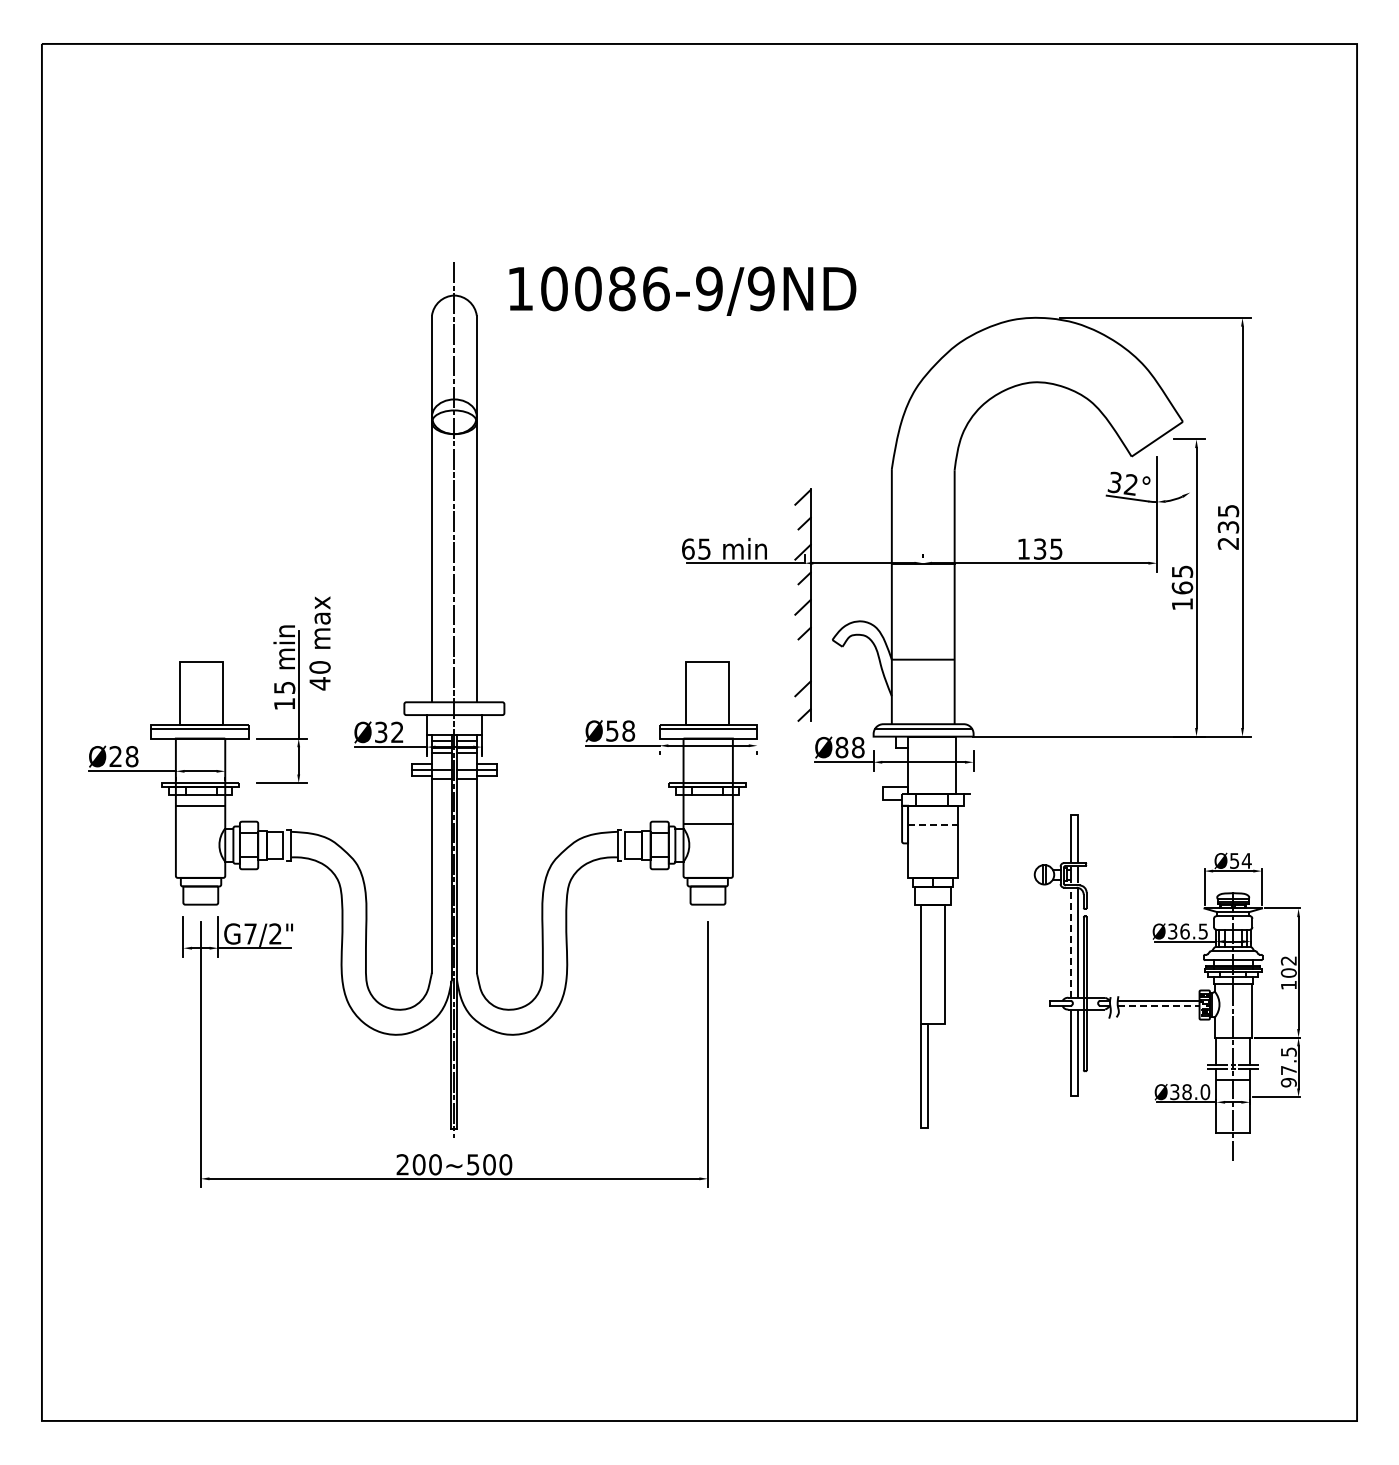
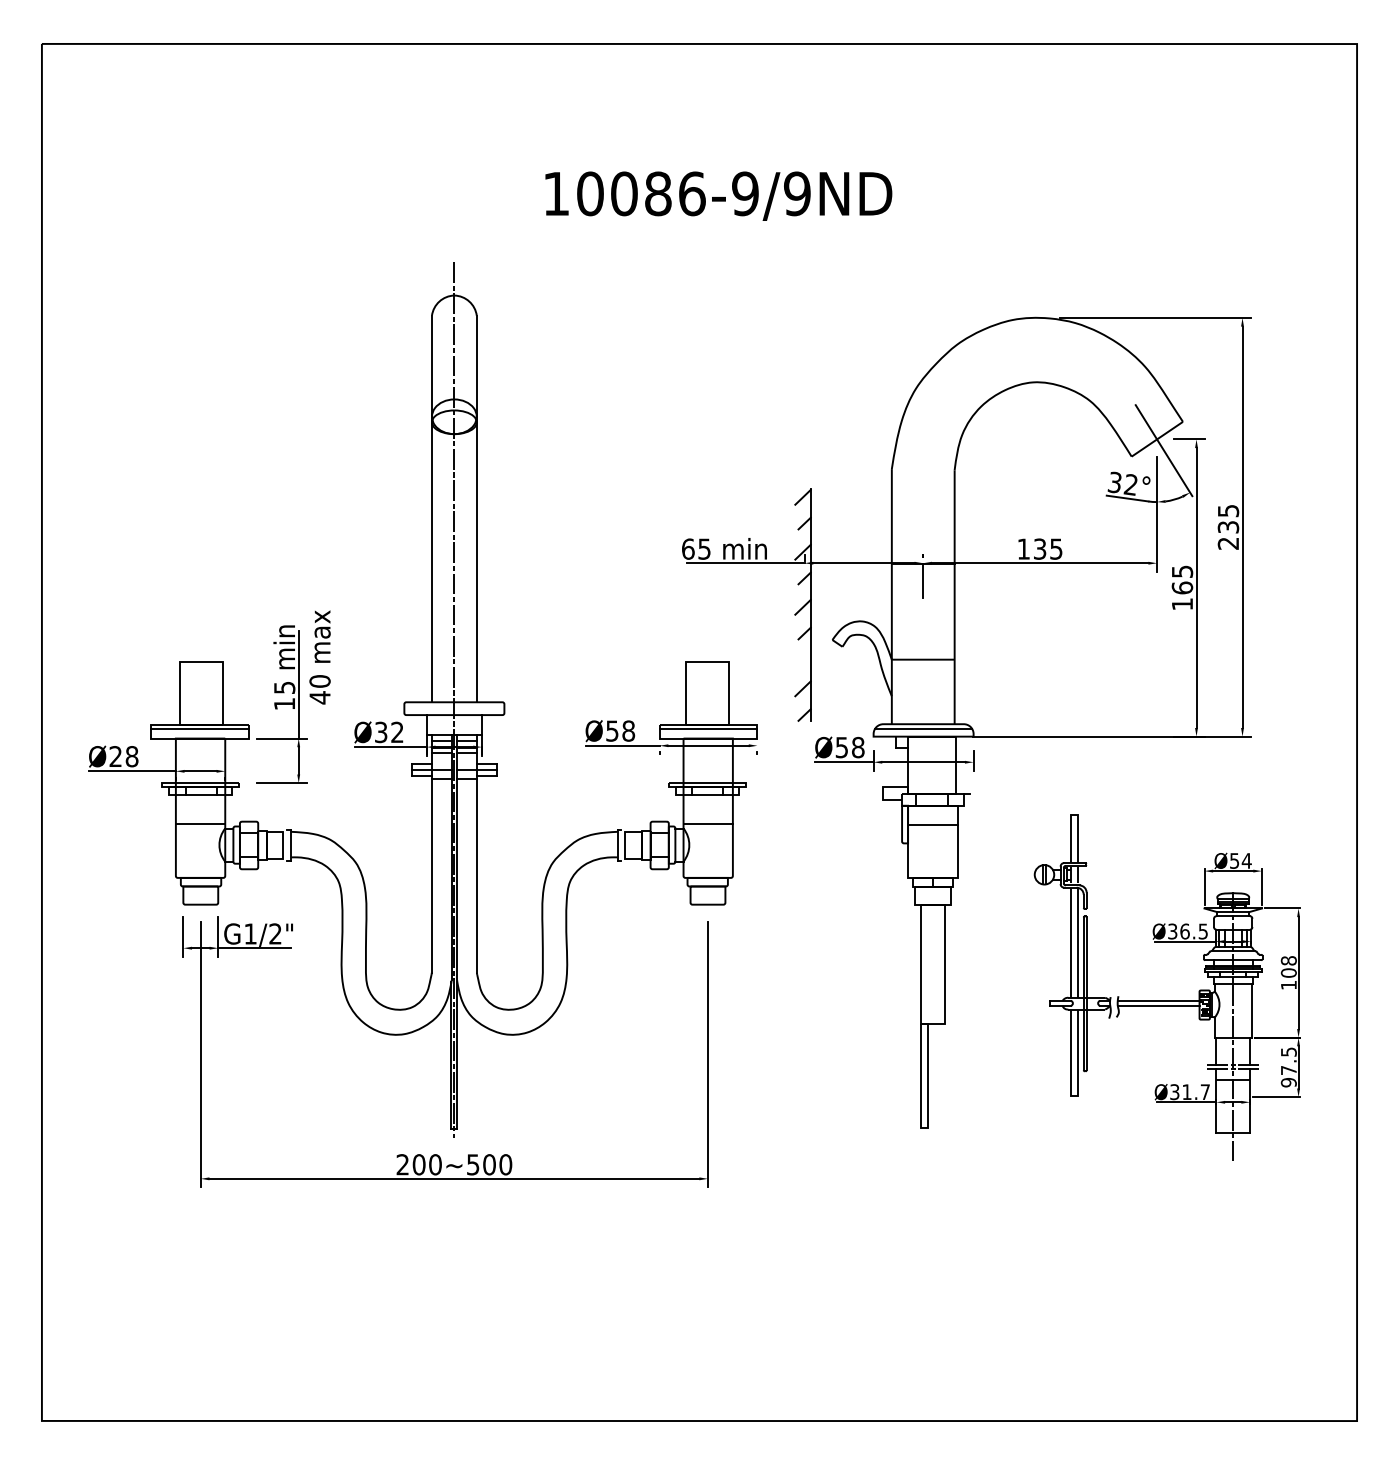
text at (682, 290) position: (682, 290) -> (718, 195)
line at (1163, 450): none -> present
line at (923, 580): none -> present
text at (319, 643) position: (319, 643) -> (319, 657)
text at (841, 747): Ø88 -> Ø58
line at (200, 806) position: (200, 806) -> (200, 824)
line at (932, 824): dashed -> solid
text at (250, 933): G7/2" -> G1/2"
line at (1071, 942): dashed -> solid
text at (1288, 960): 102 -> 108
line at (1158, 1005): dashed -> solid
text at (1196, 1092): Ø38.0 -> Ø31.7
